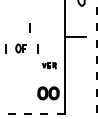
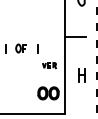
line at (29, 27): present -> none
part at (81, 75): none -> present
line at (33, 113): dashed -> solid
